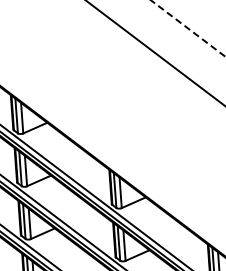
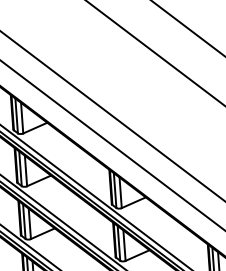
line at (188, 28): dashed -> solid
line at (112, 115): none -> present
line at (112, 145): none -> present
